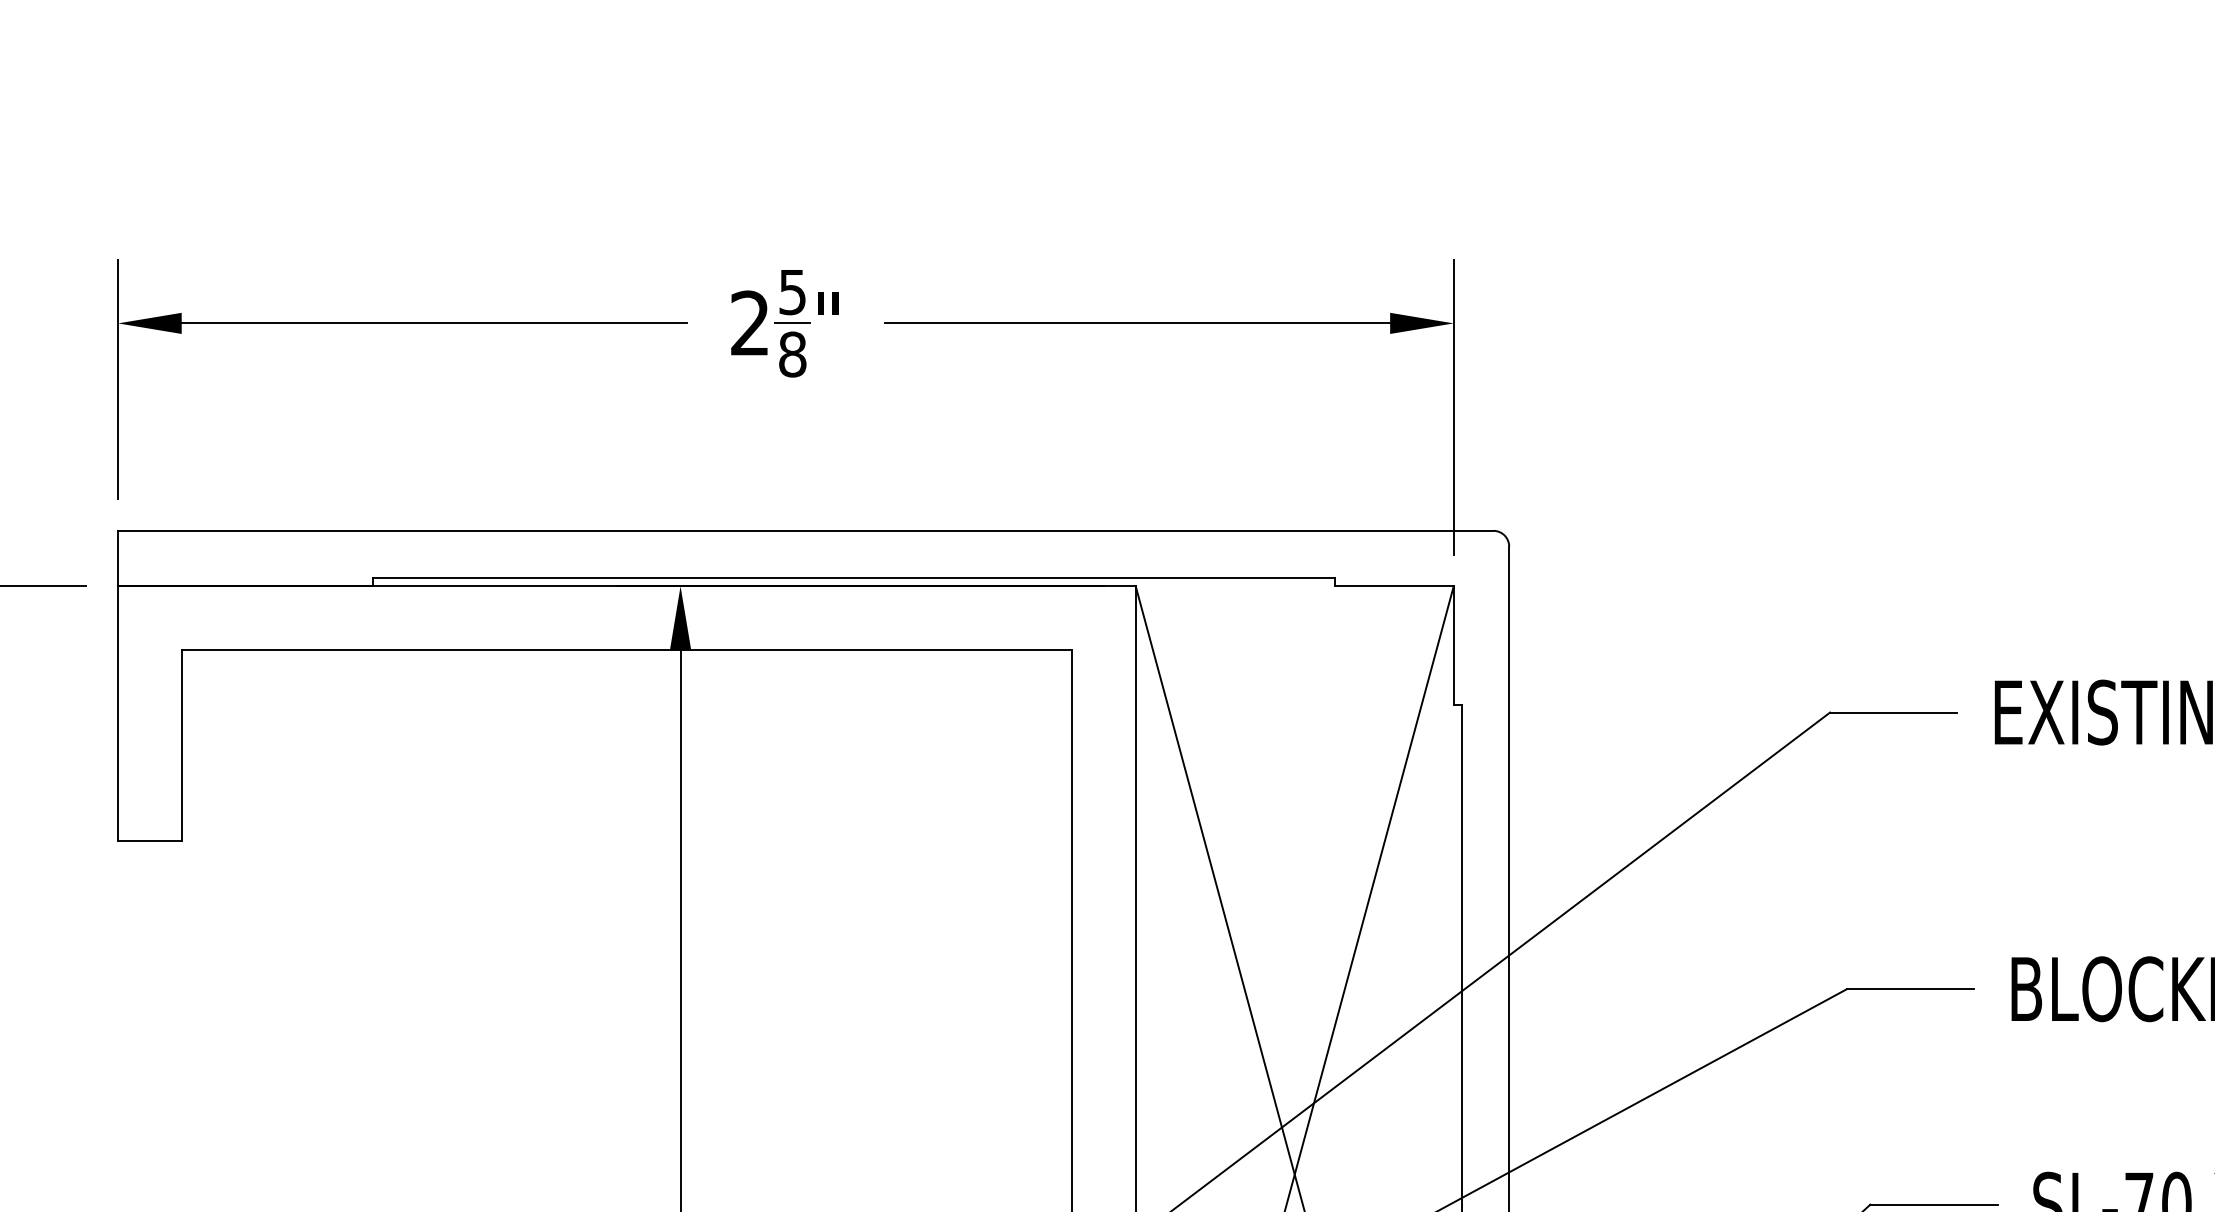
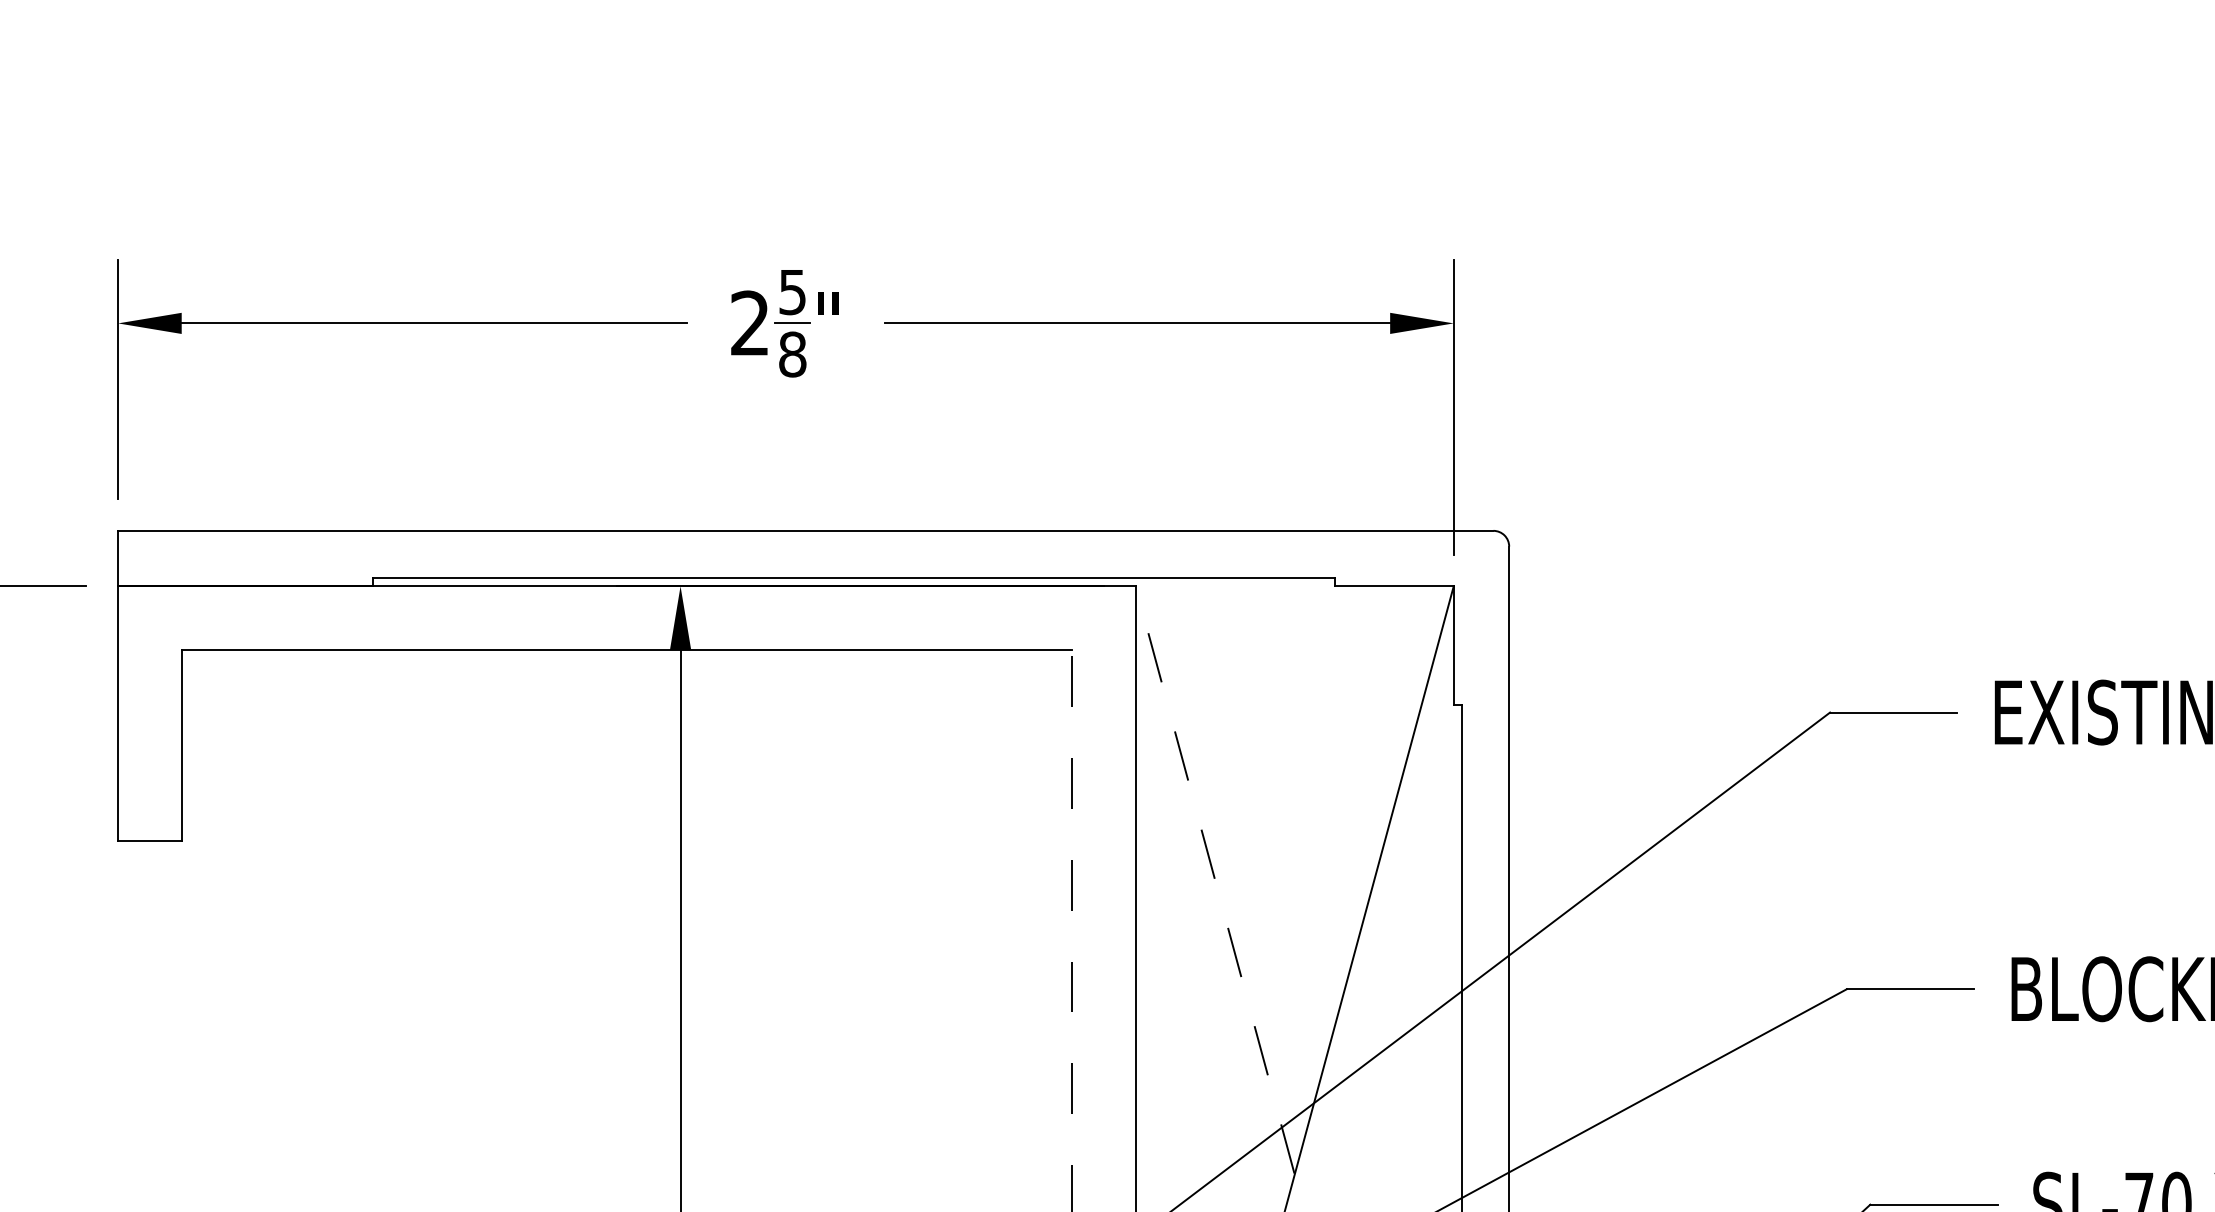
line at (1220, 899): solid -> dashed
line at (1072, 930): solid -> dashed
